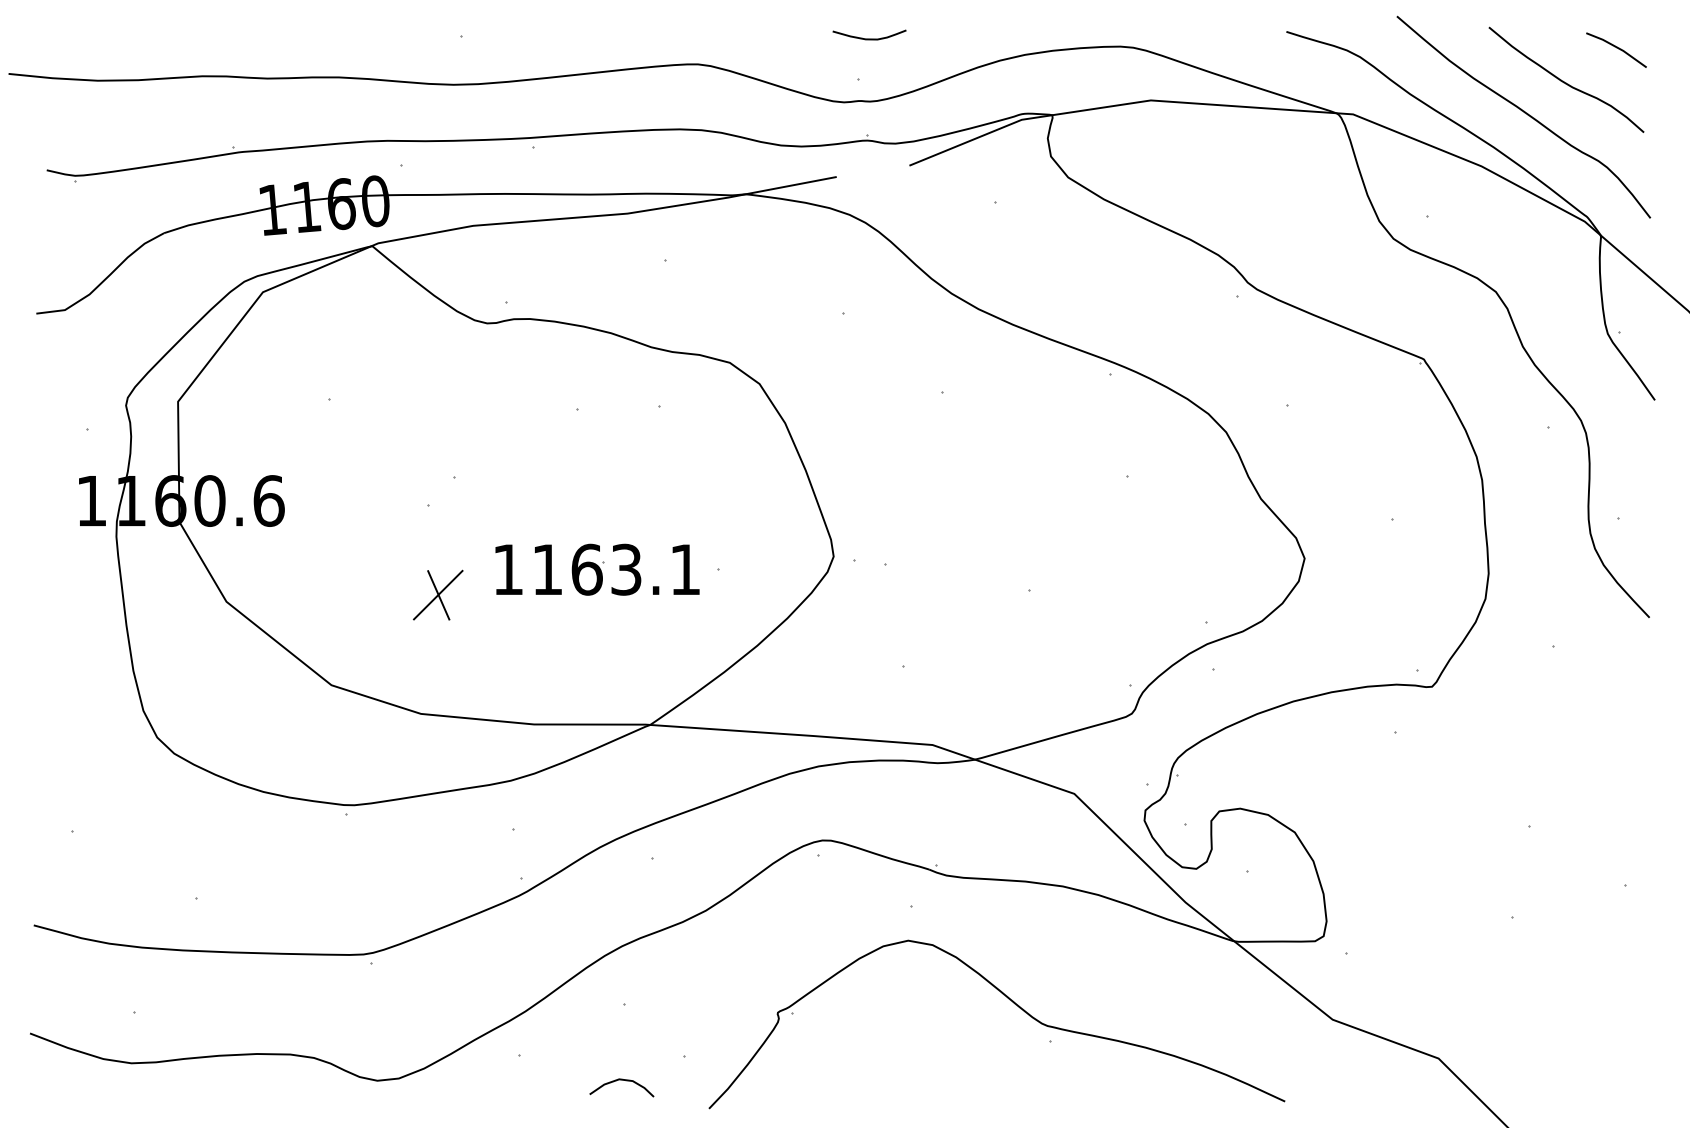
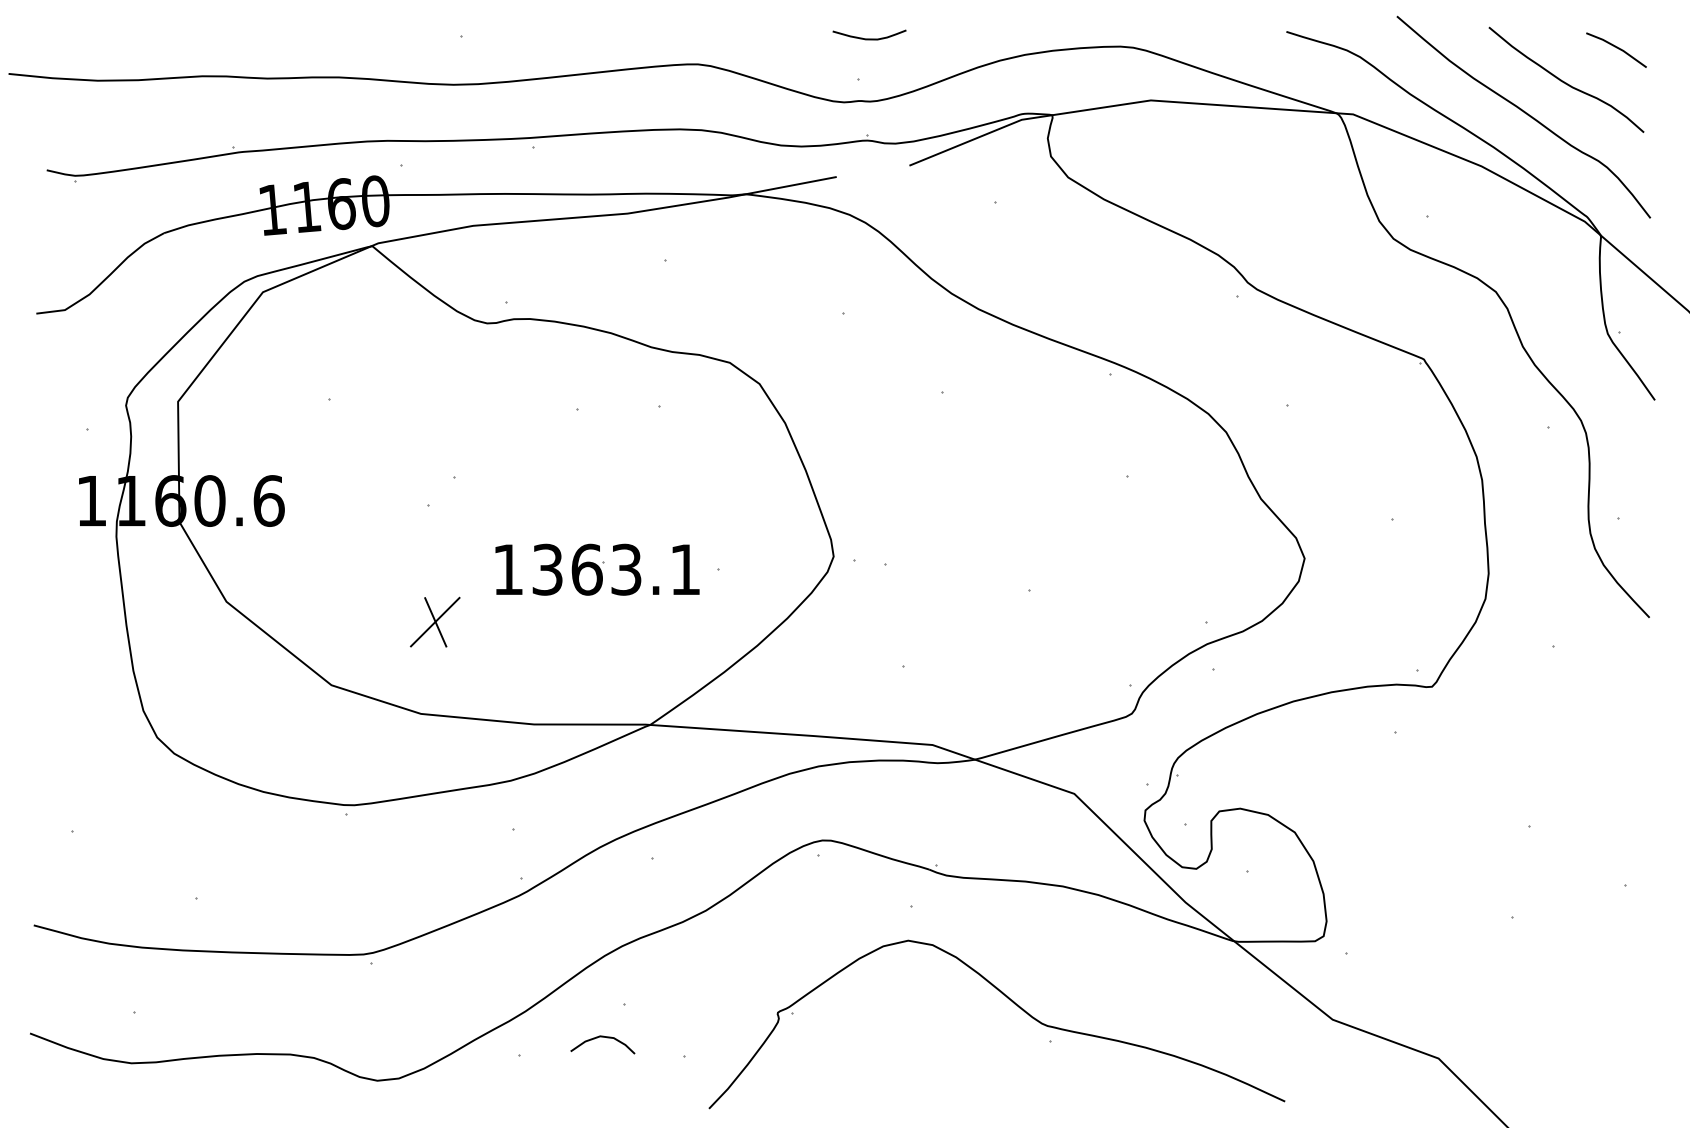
text at (547, 569): 1163.1 -> 1363.1
part at (438, 594) position: (438, 594) -> (435, 621)
curve at (621, 1080) position: (621, 1080) -> (602, 1037)
